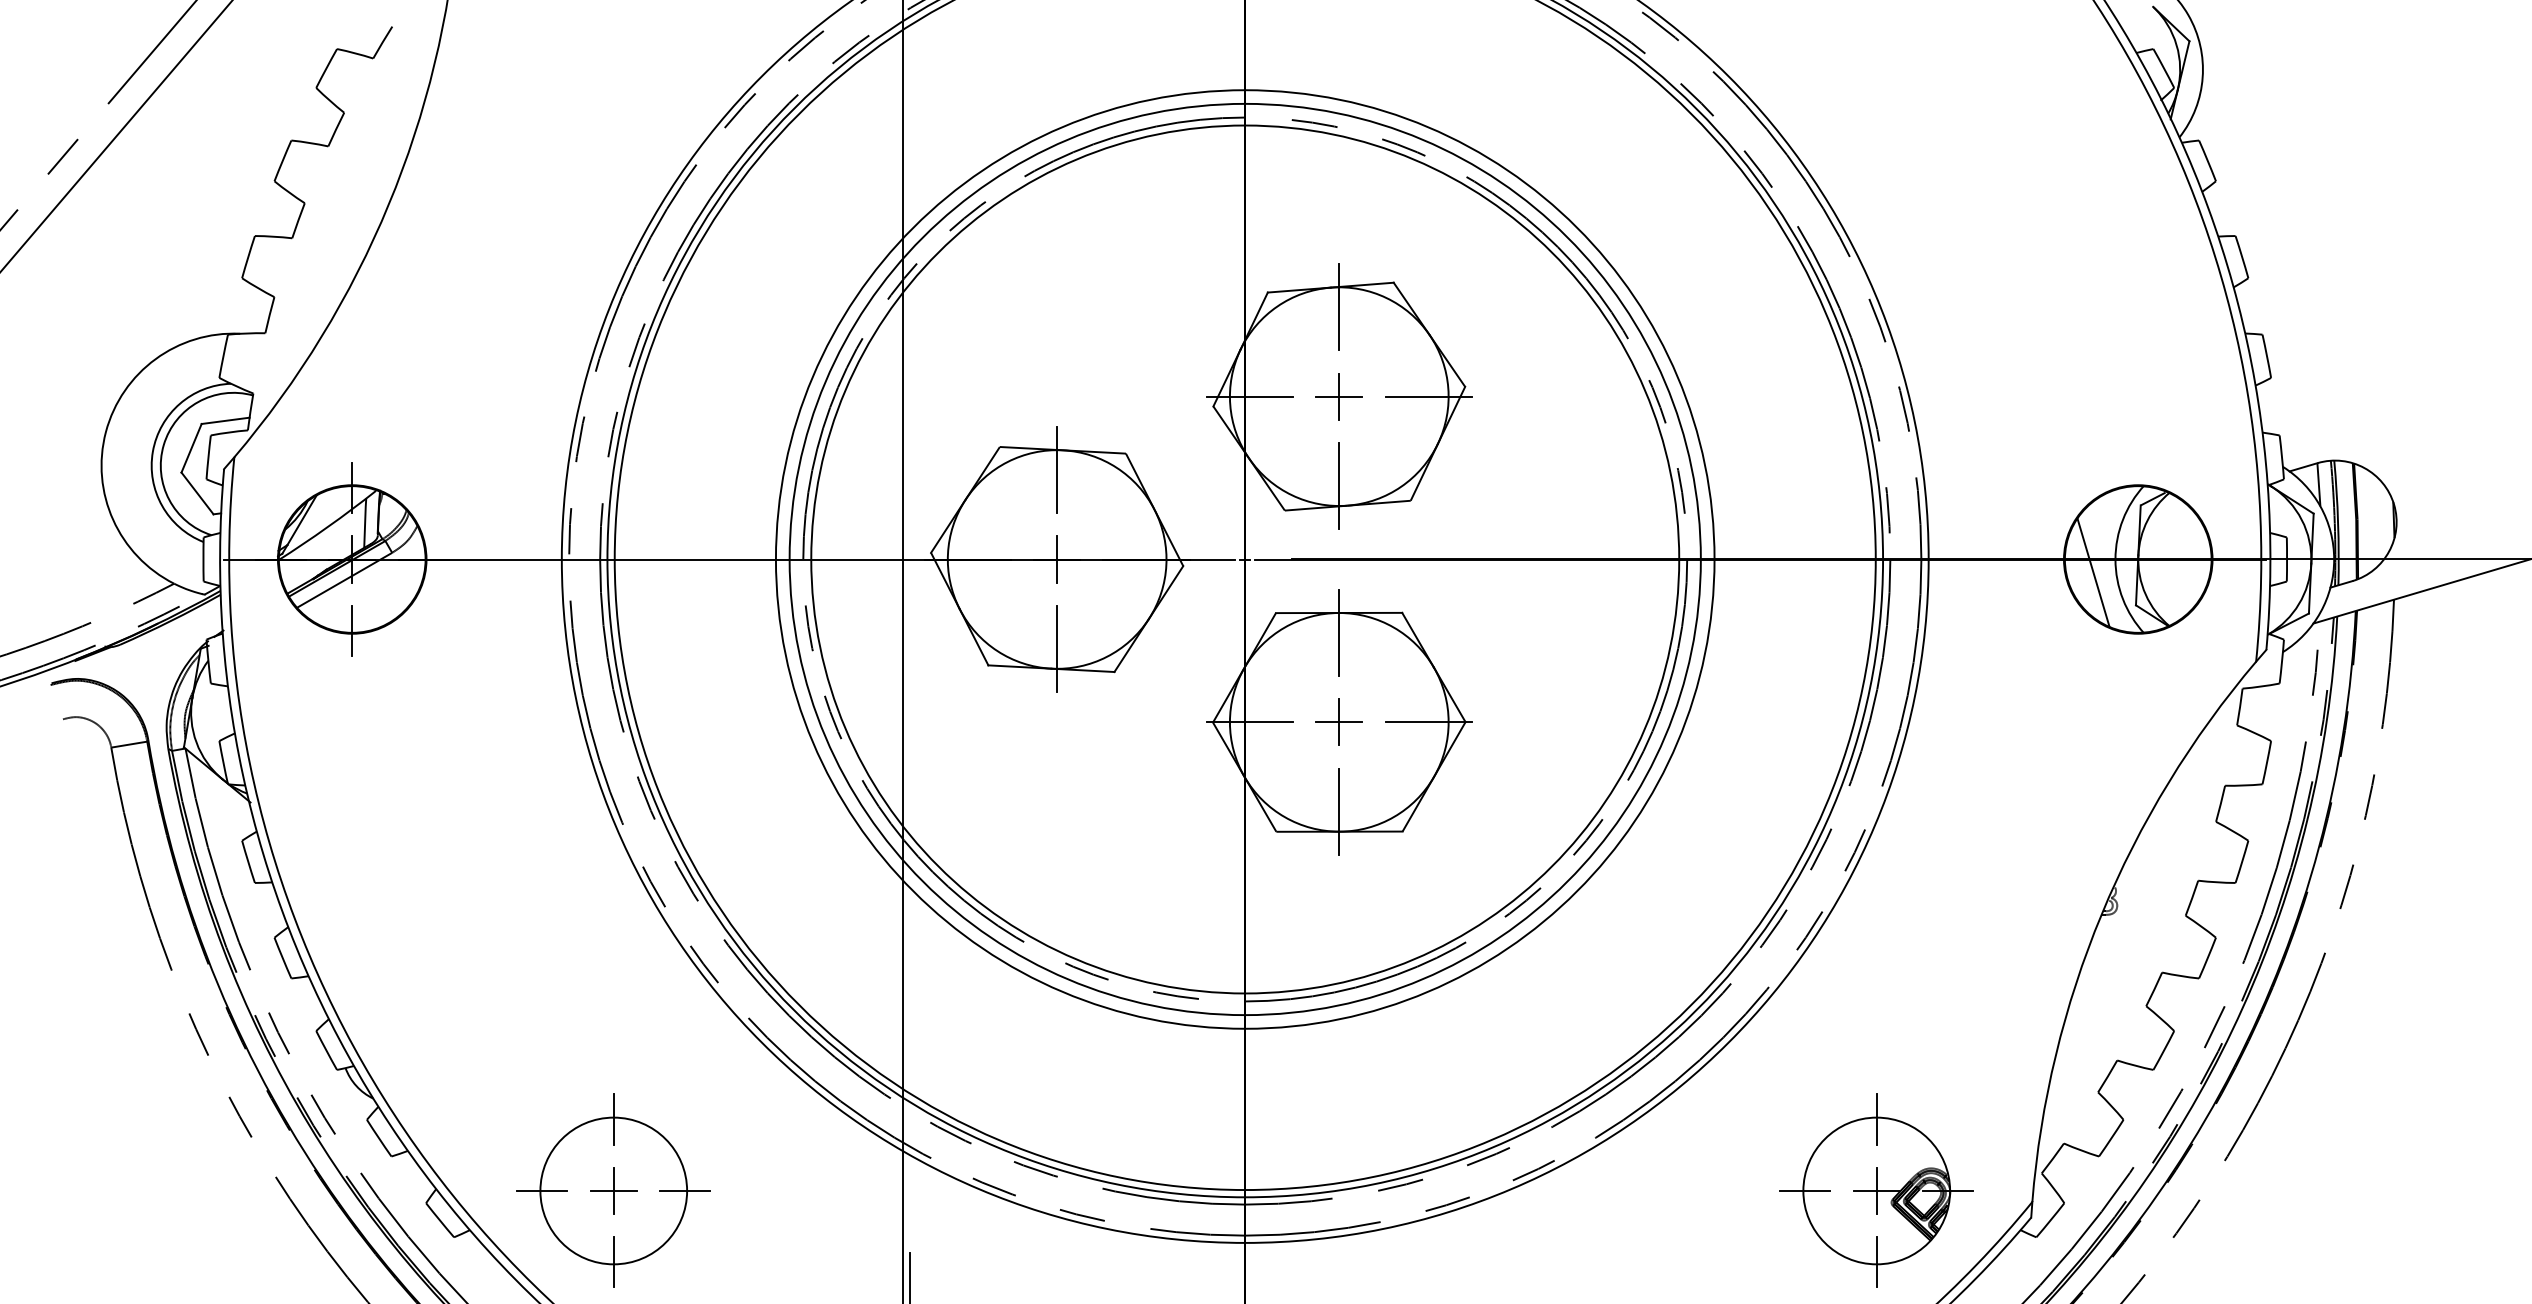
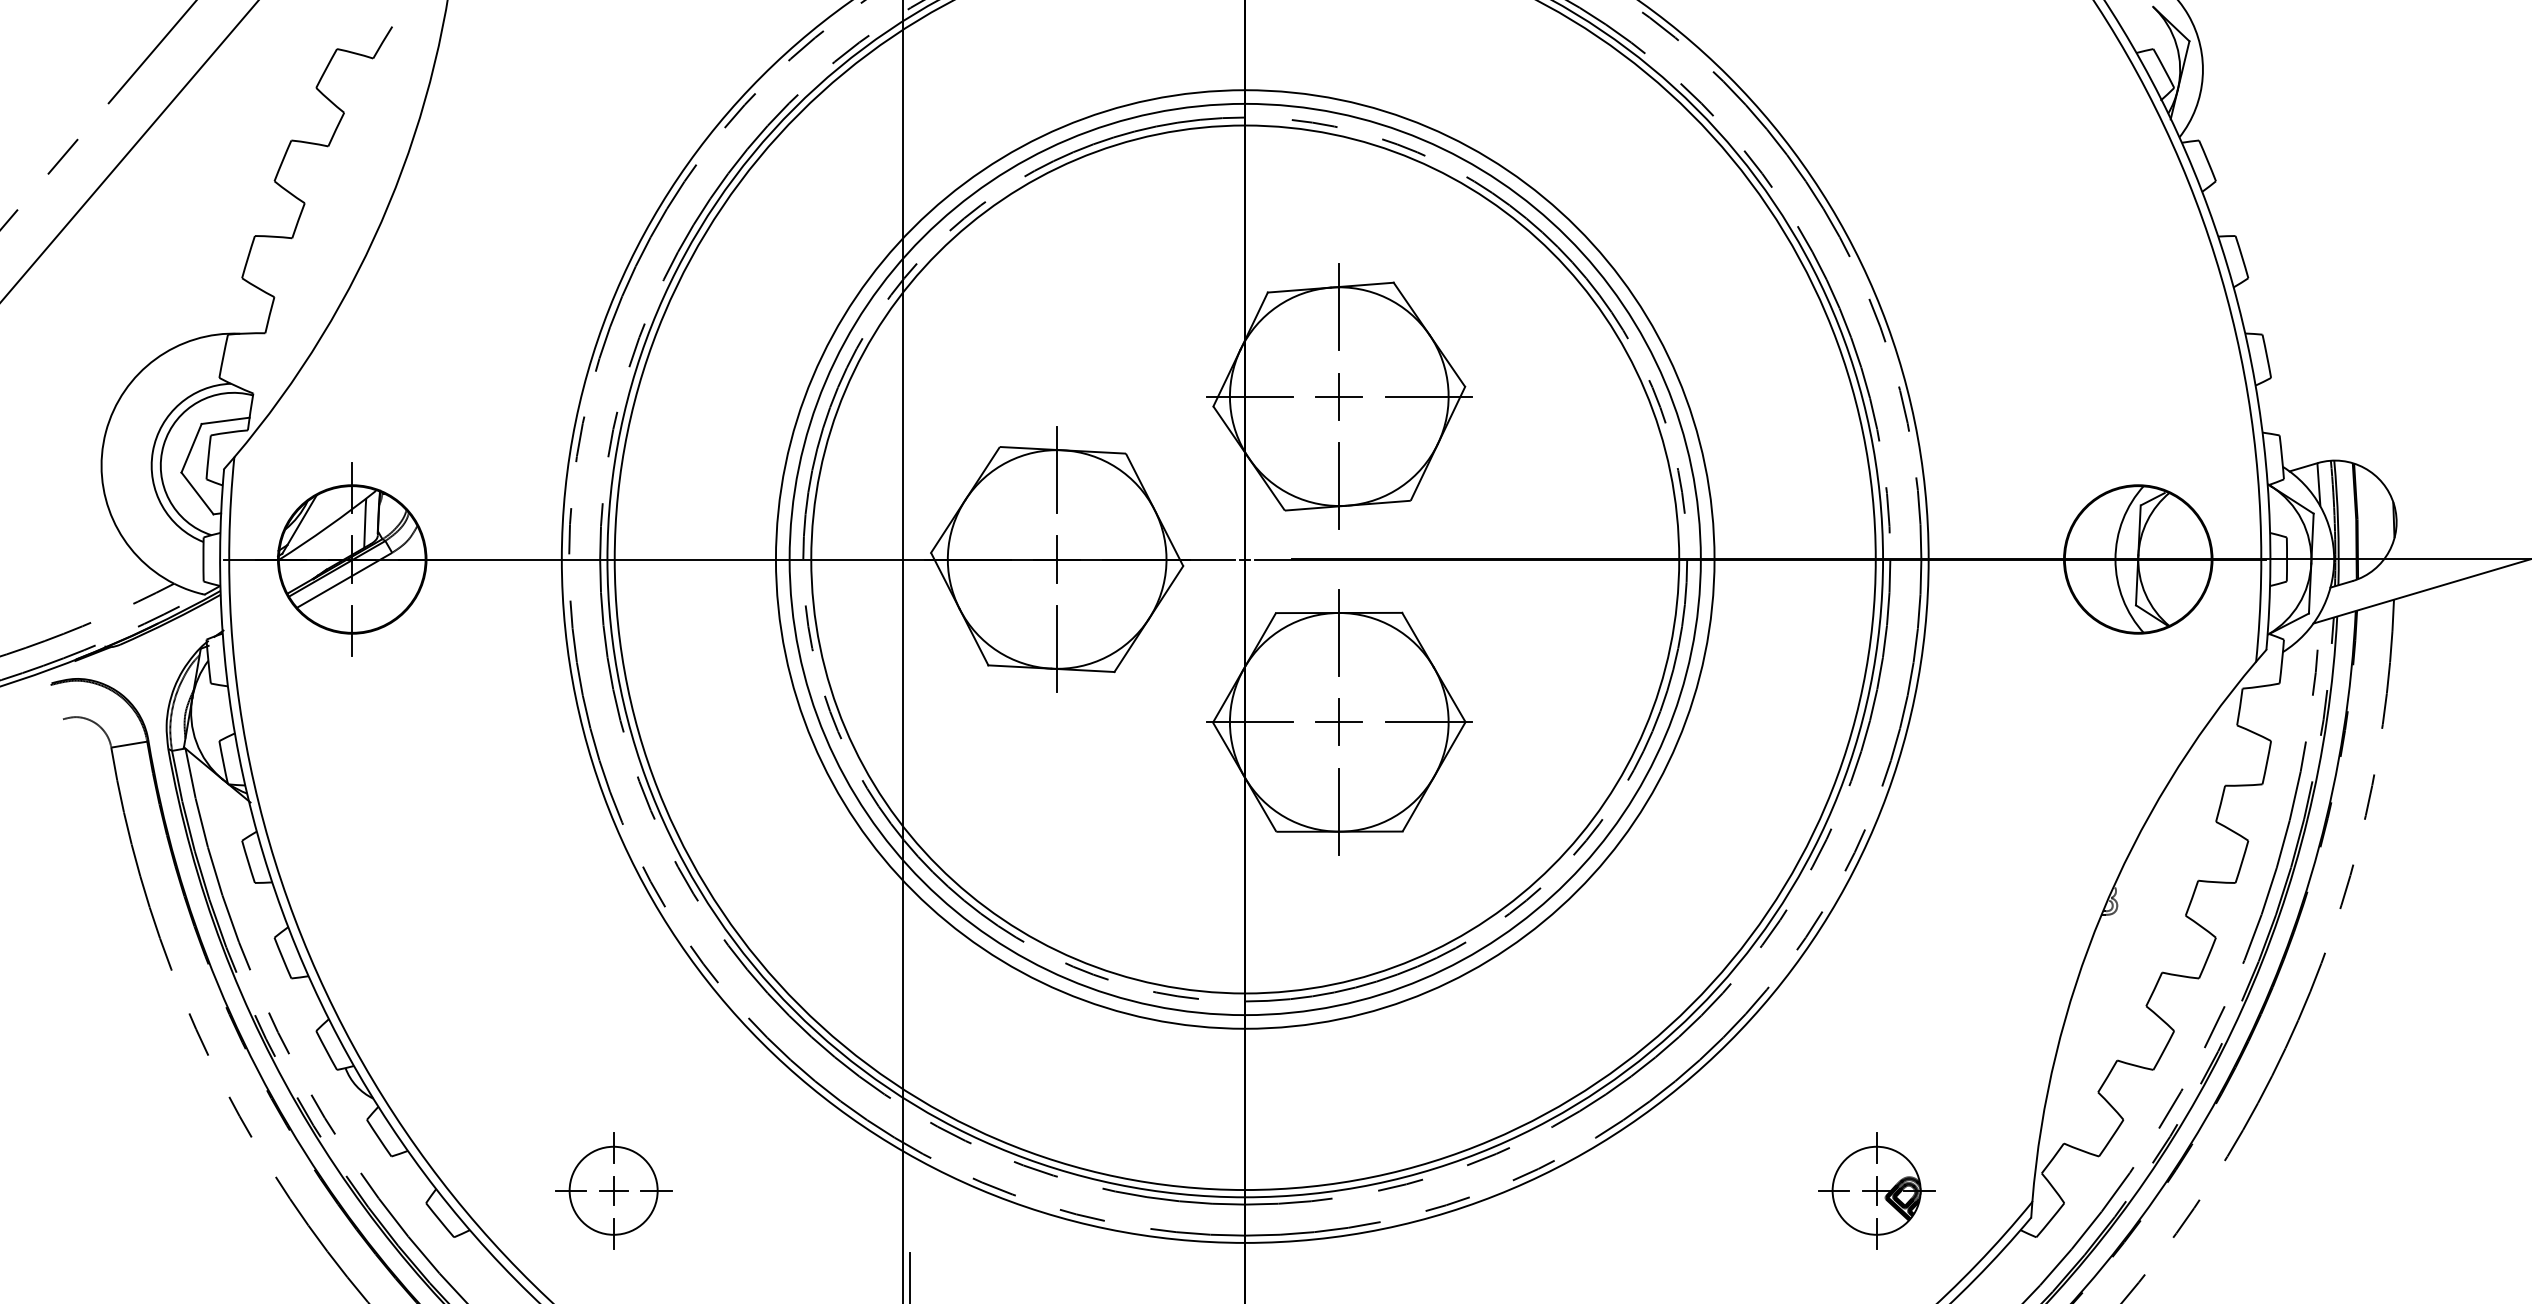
line at (116, 135) position: (116, 135) -> (129, 151)
line at (2093, 572): present -> none
part at (613, 1190) size: 195x195 px -> 118x118 px
part at (1876, 1190) size: 195x195 px -> 118x118 px
